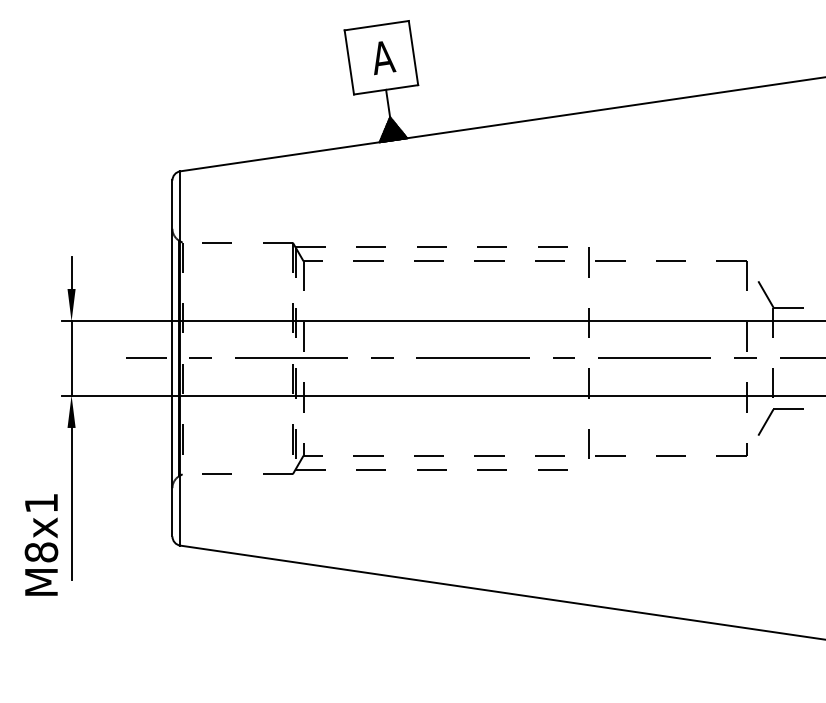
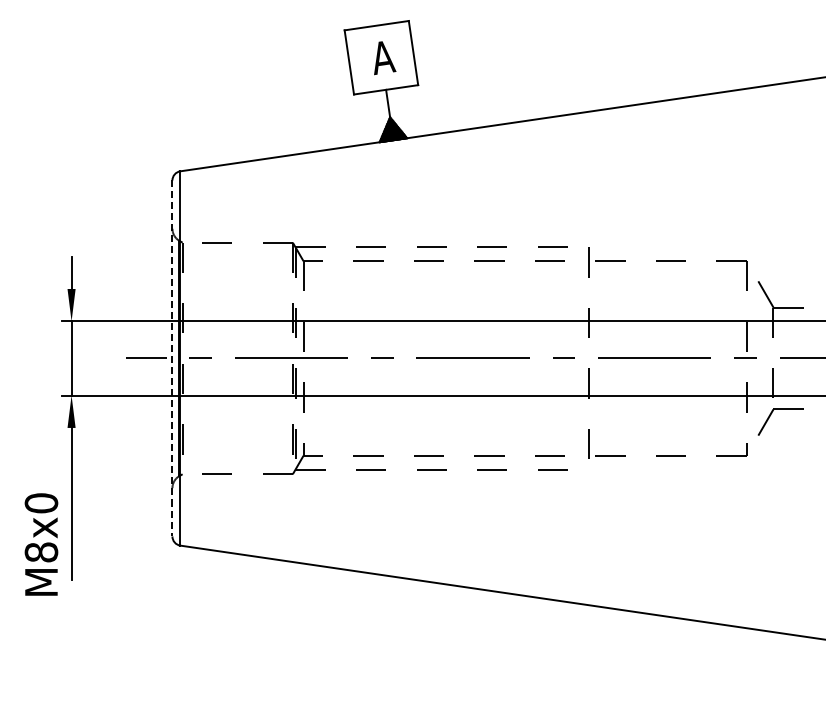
line at (172, 358): solid -> dashed
text at (41, 503): M8x1 -> M8x0
